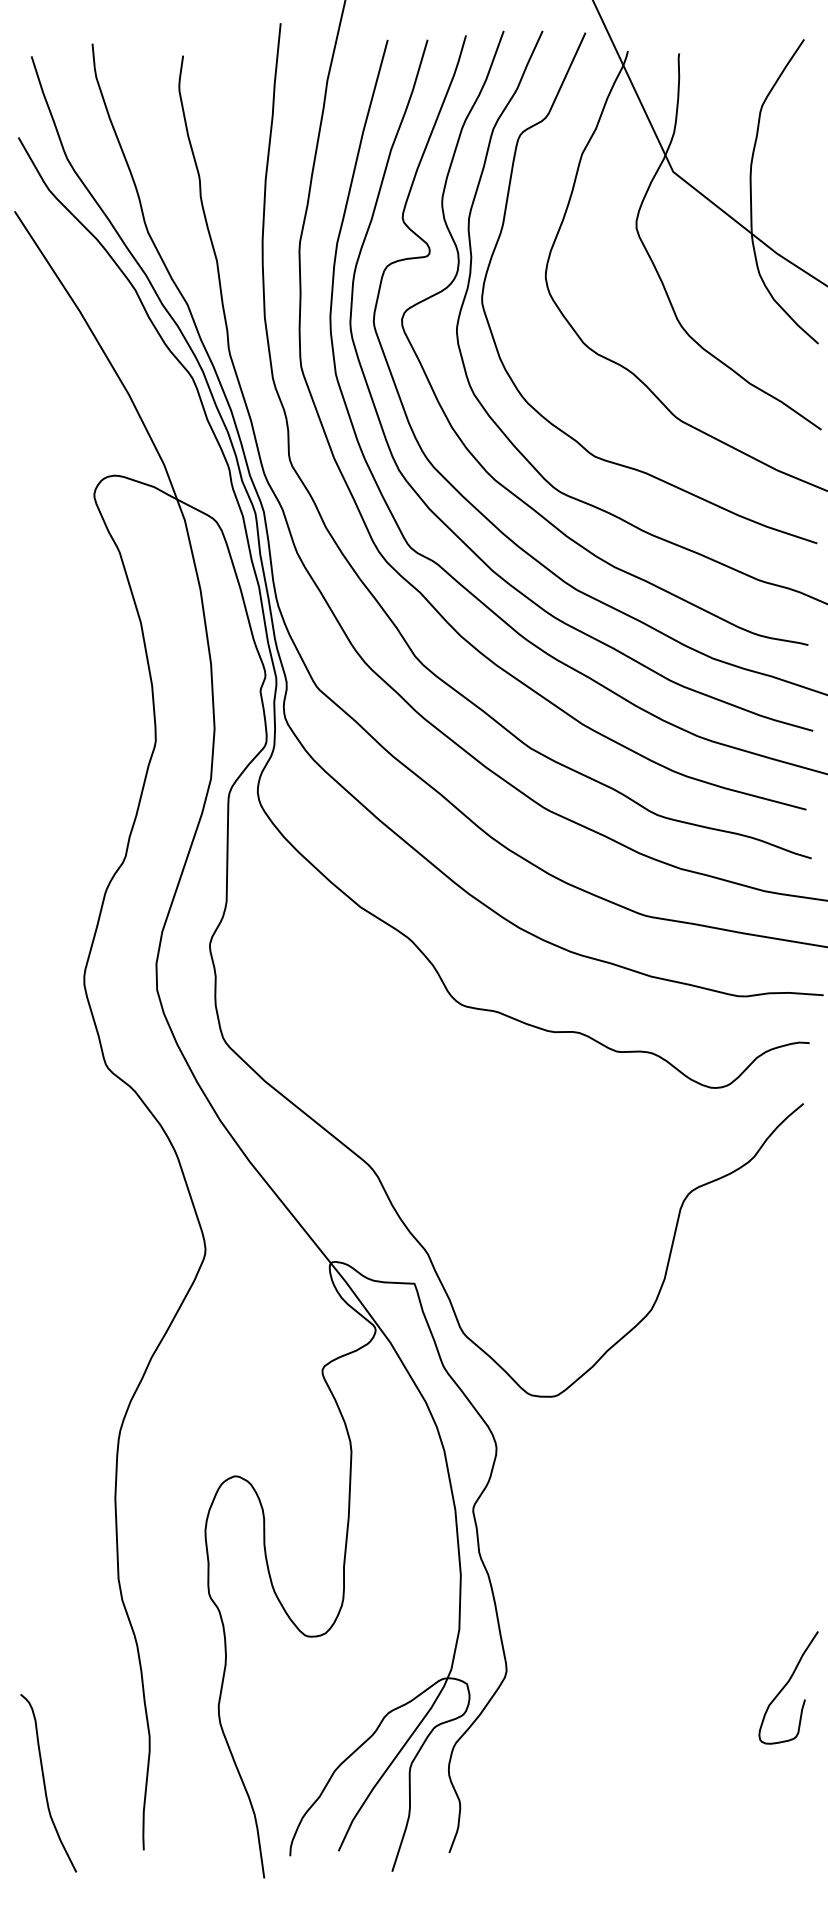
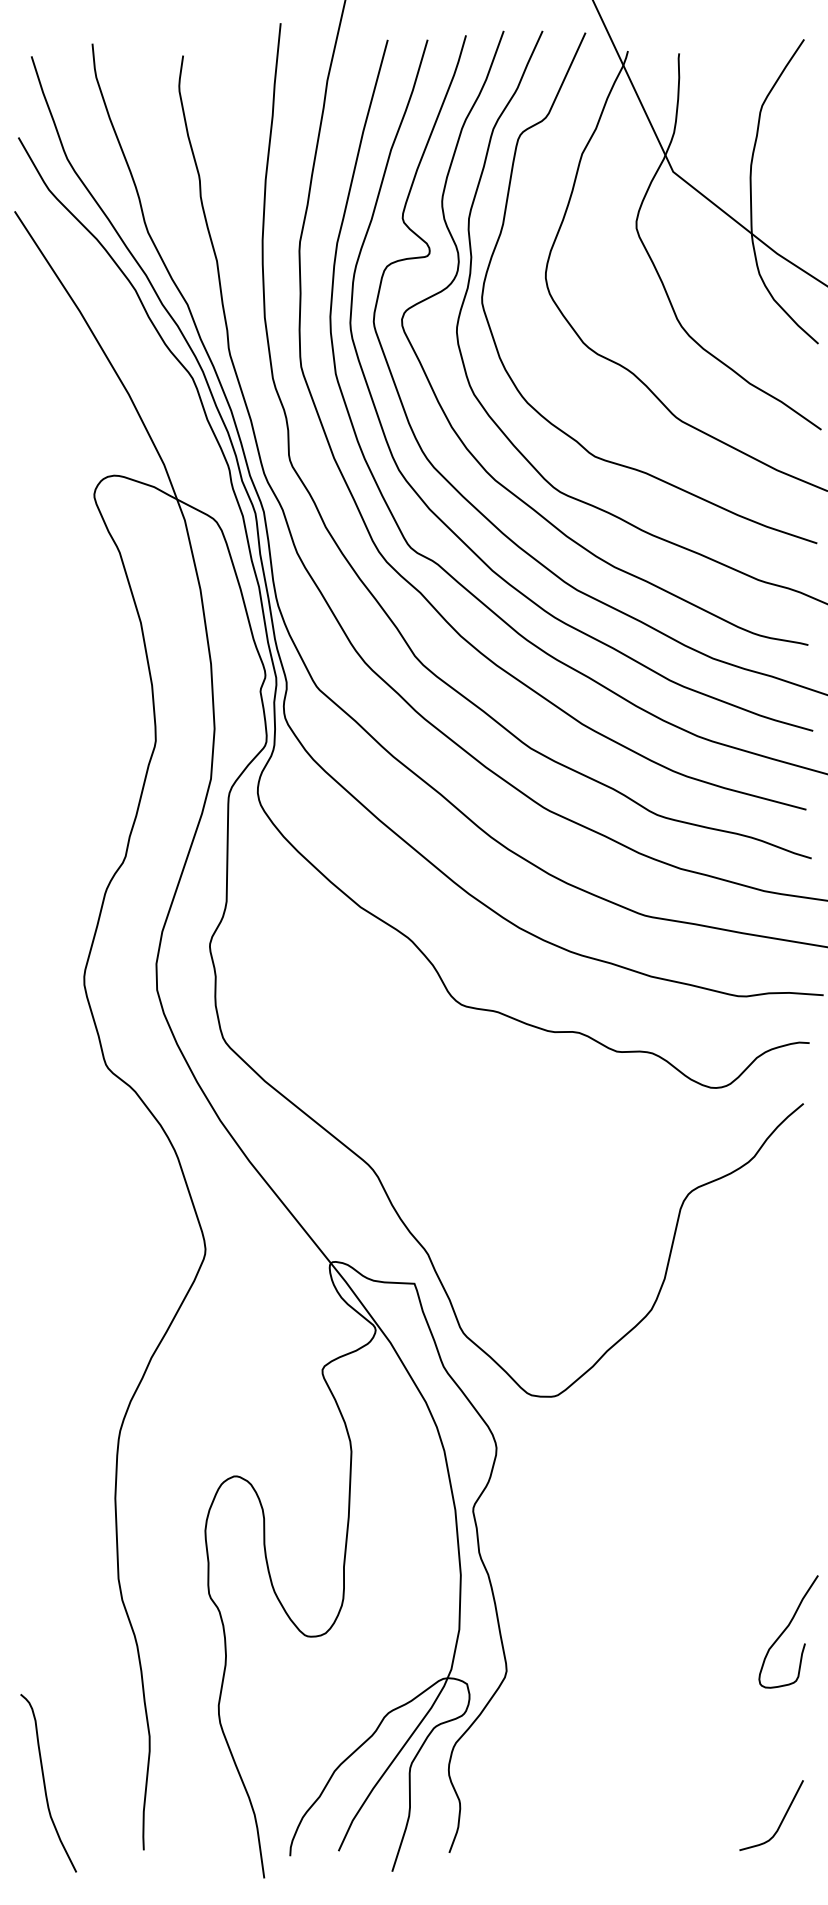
curve at (786, 1685) position: (786, 1685) -> (786, 1629)
curve at (781, 1820): none -> present
